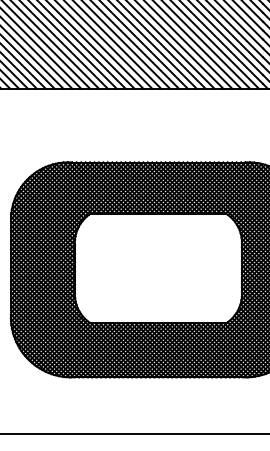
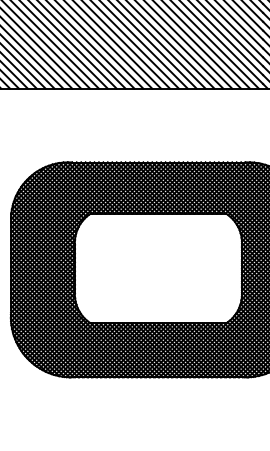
line at (134, 433): present -> none
